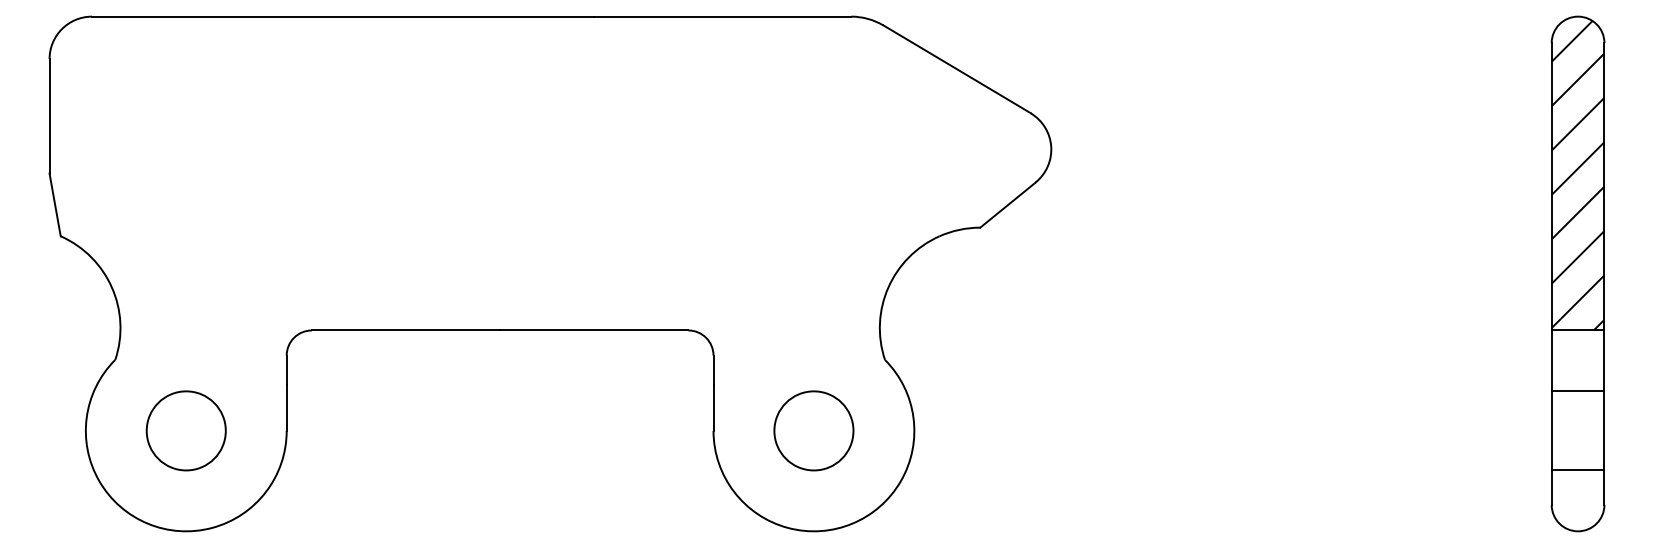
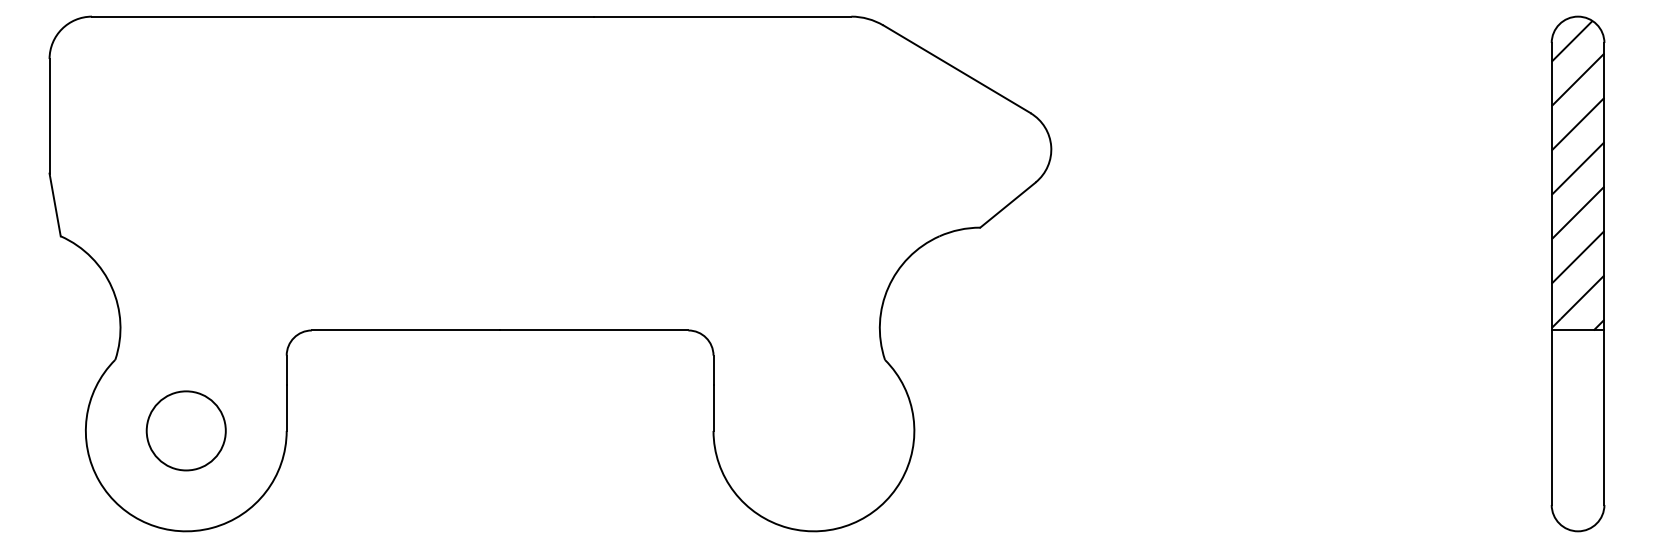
line at (1577, 391): present -> none
circle at (813, 430): present -> none
line at (1577, 470): present -> none
